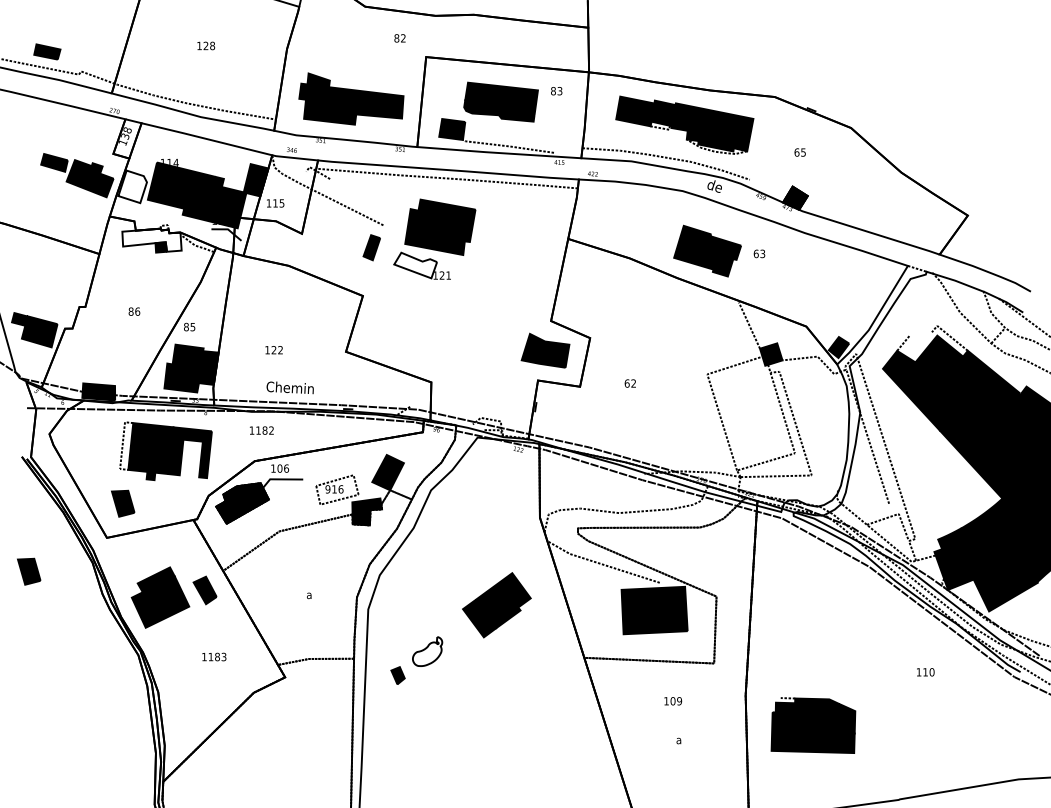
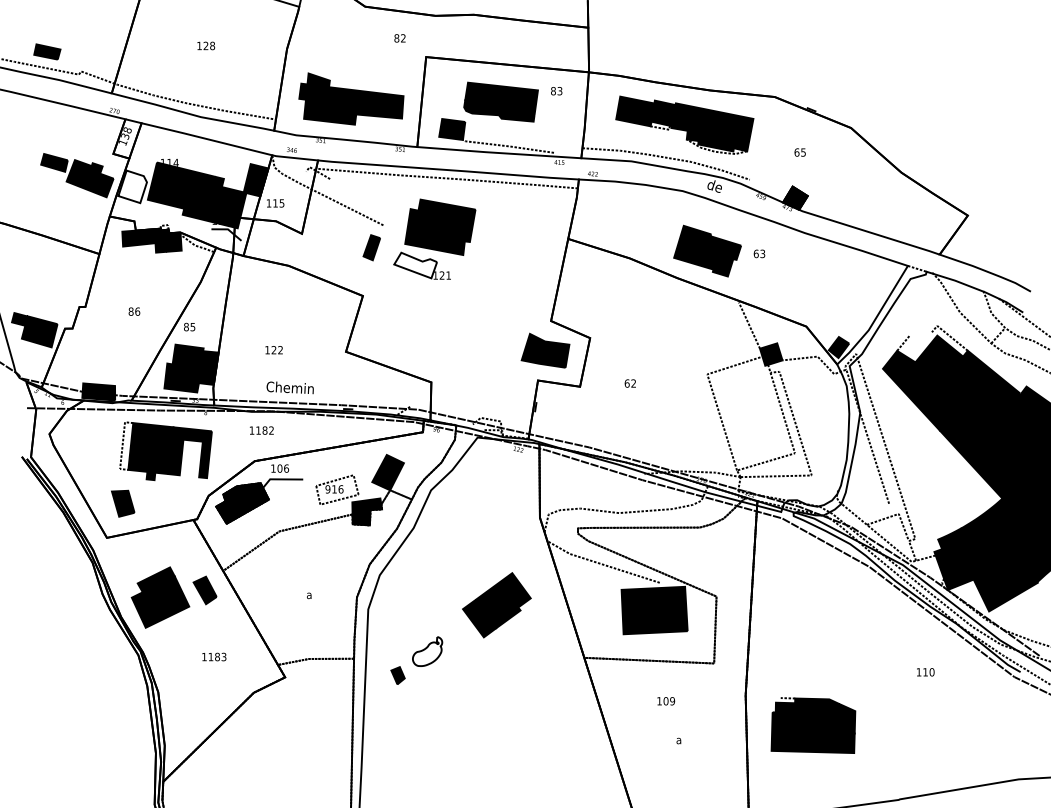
fill at (151, 239): none -> present
part at (29, 571): present -> none
text at (673, 701) position: (673, 701) -> (666, 701)
